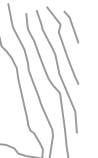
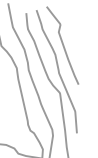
line at (72, 27): present -> none
